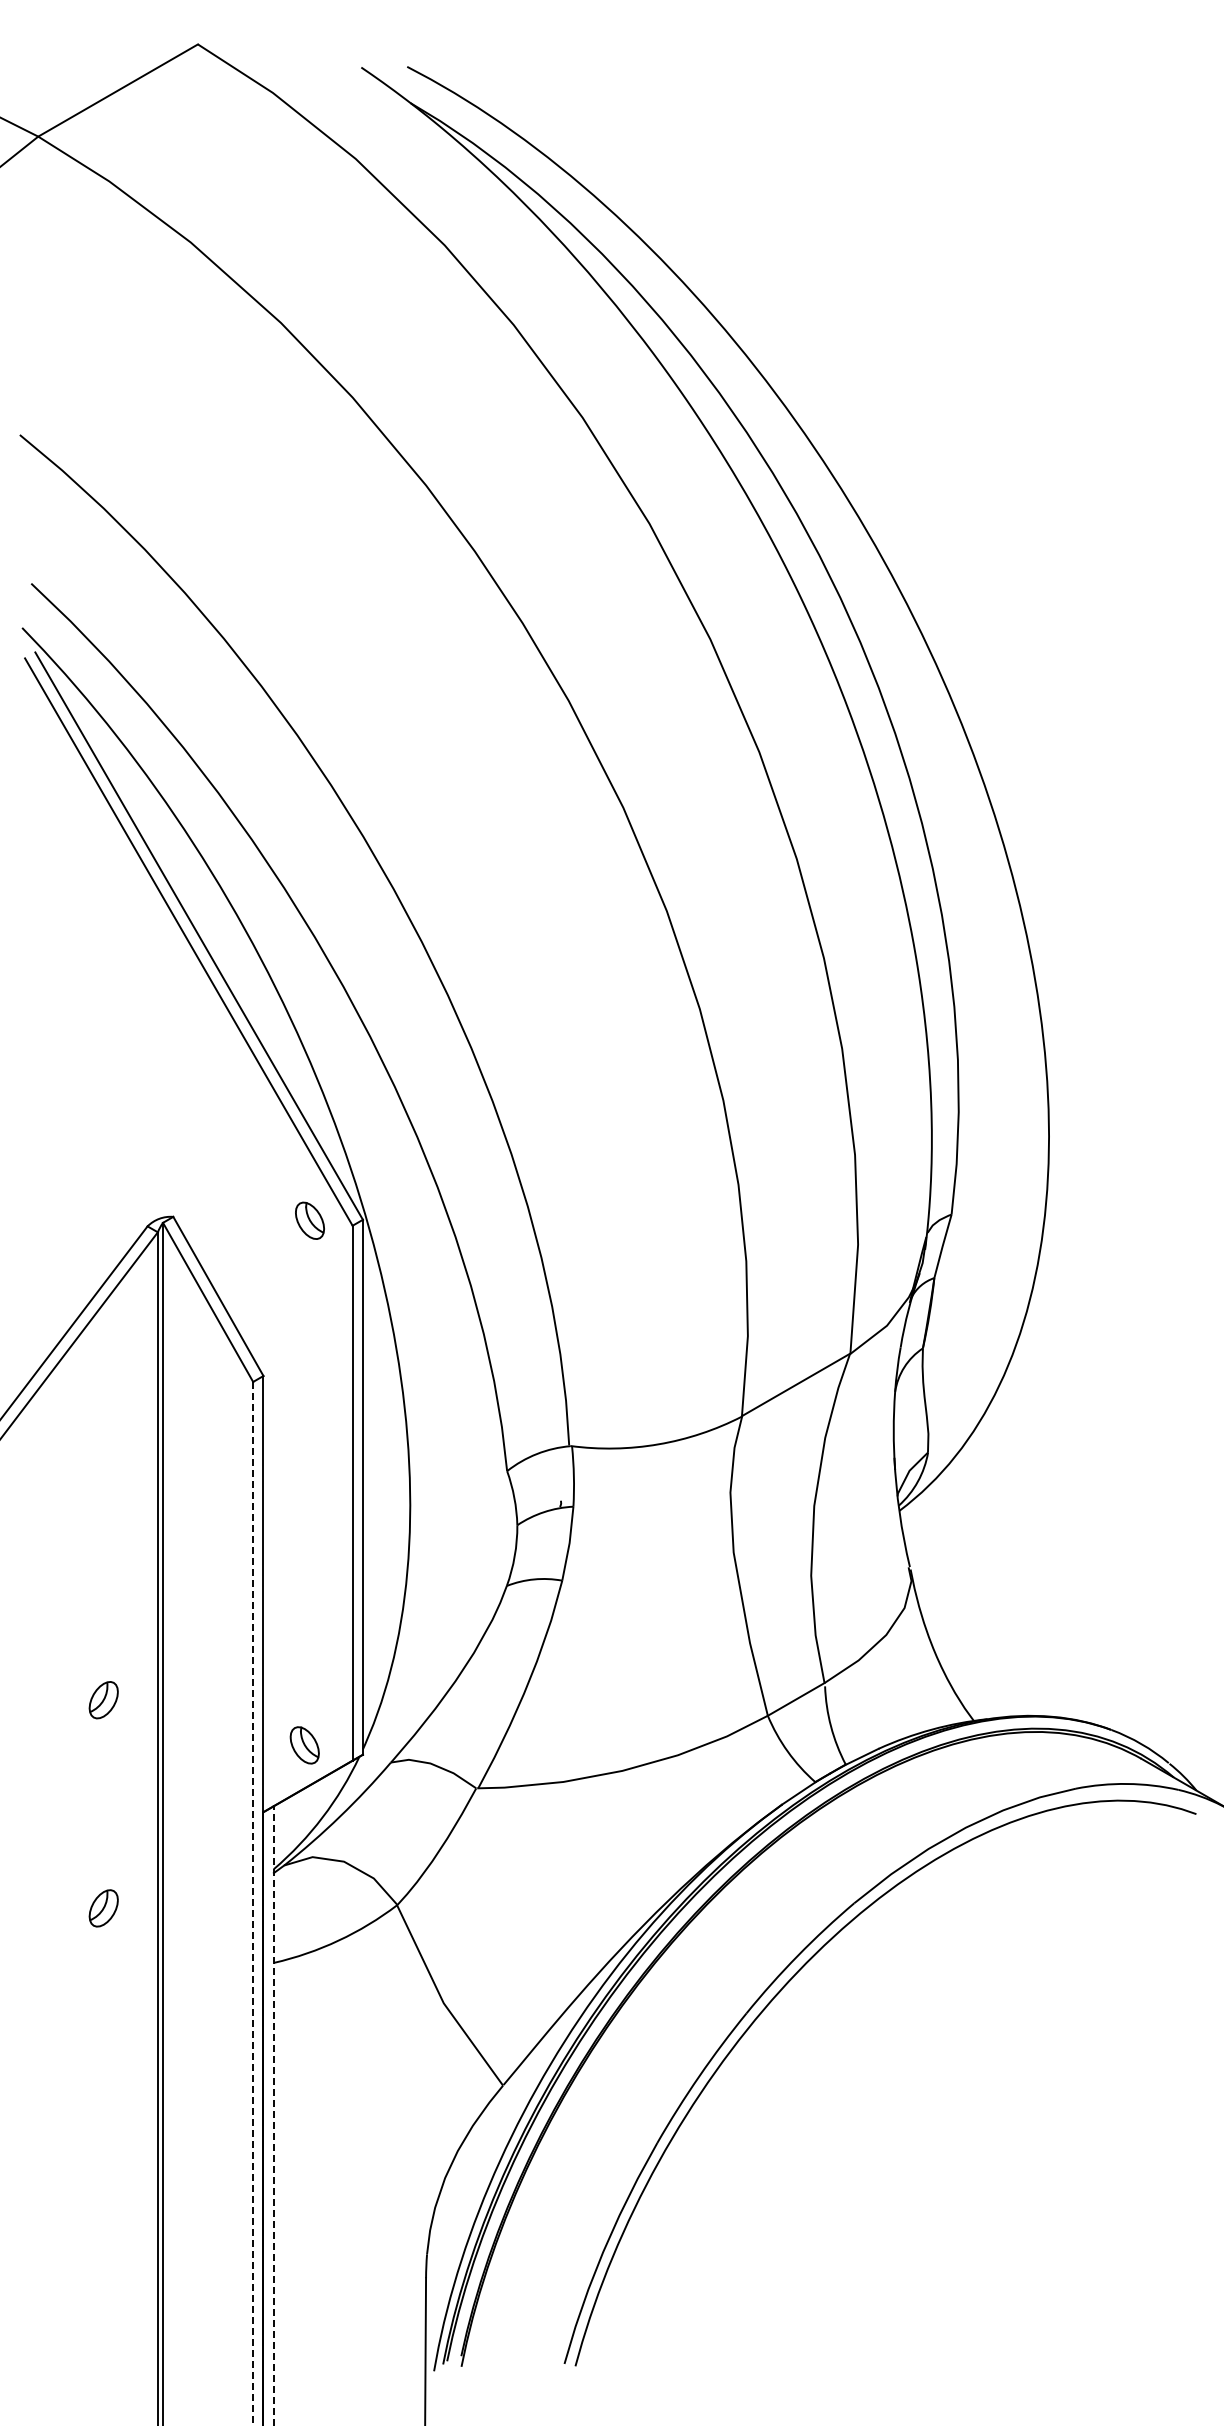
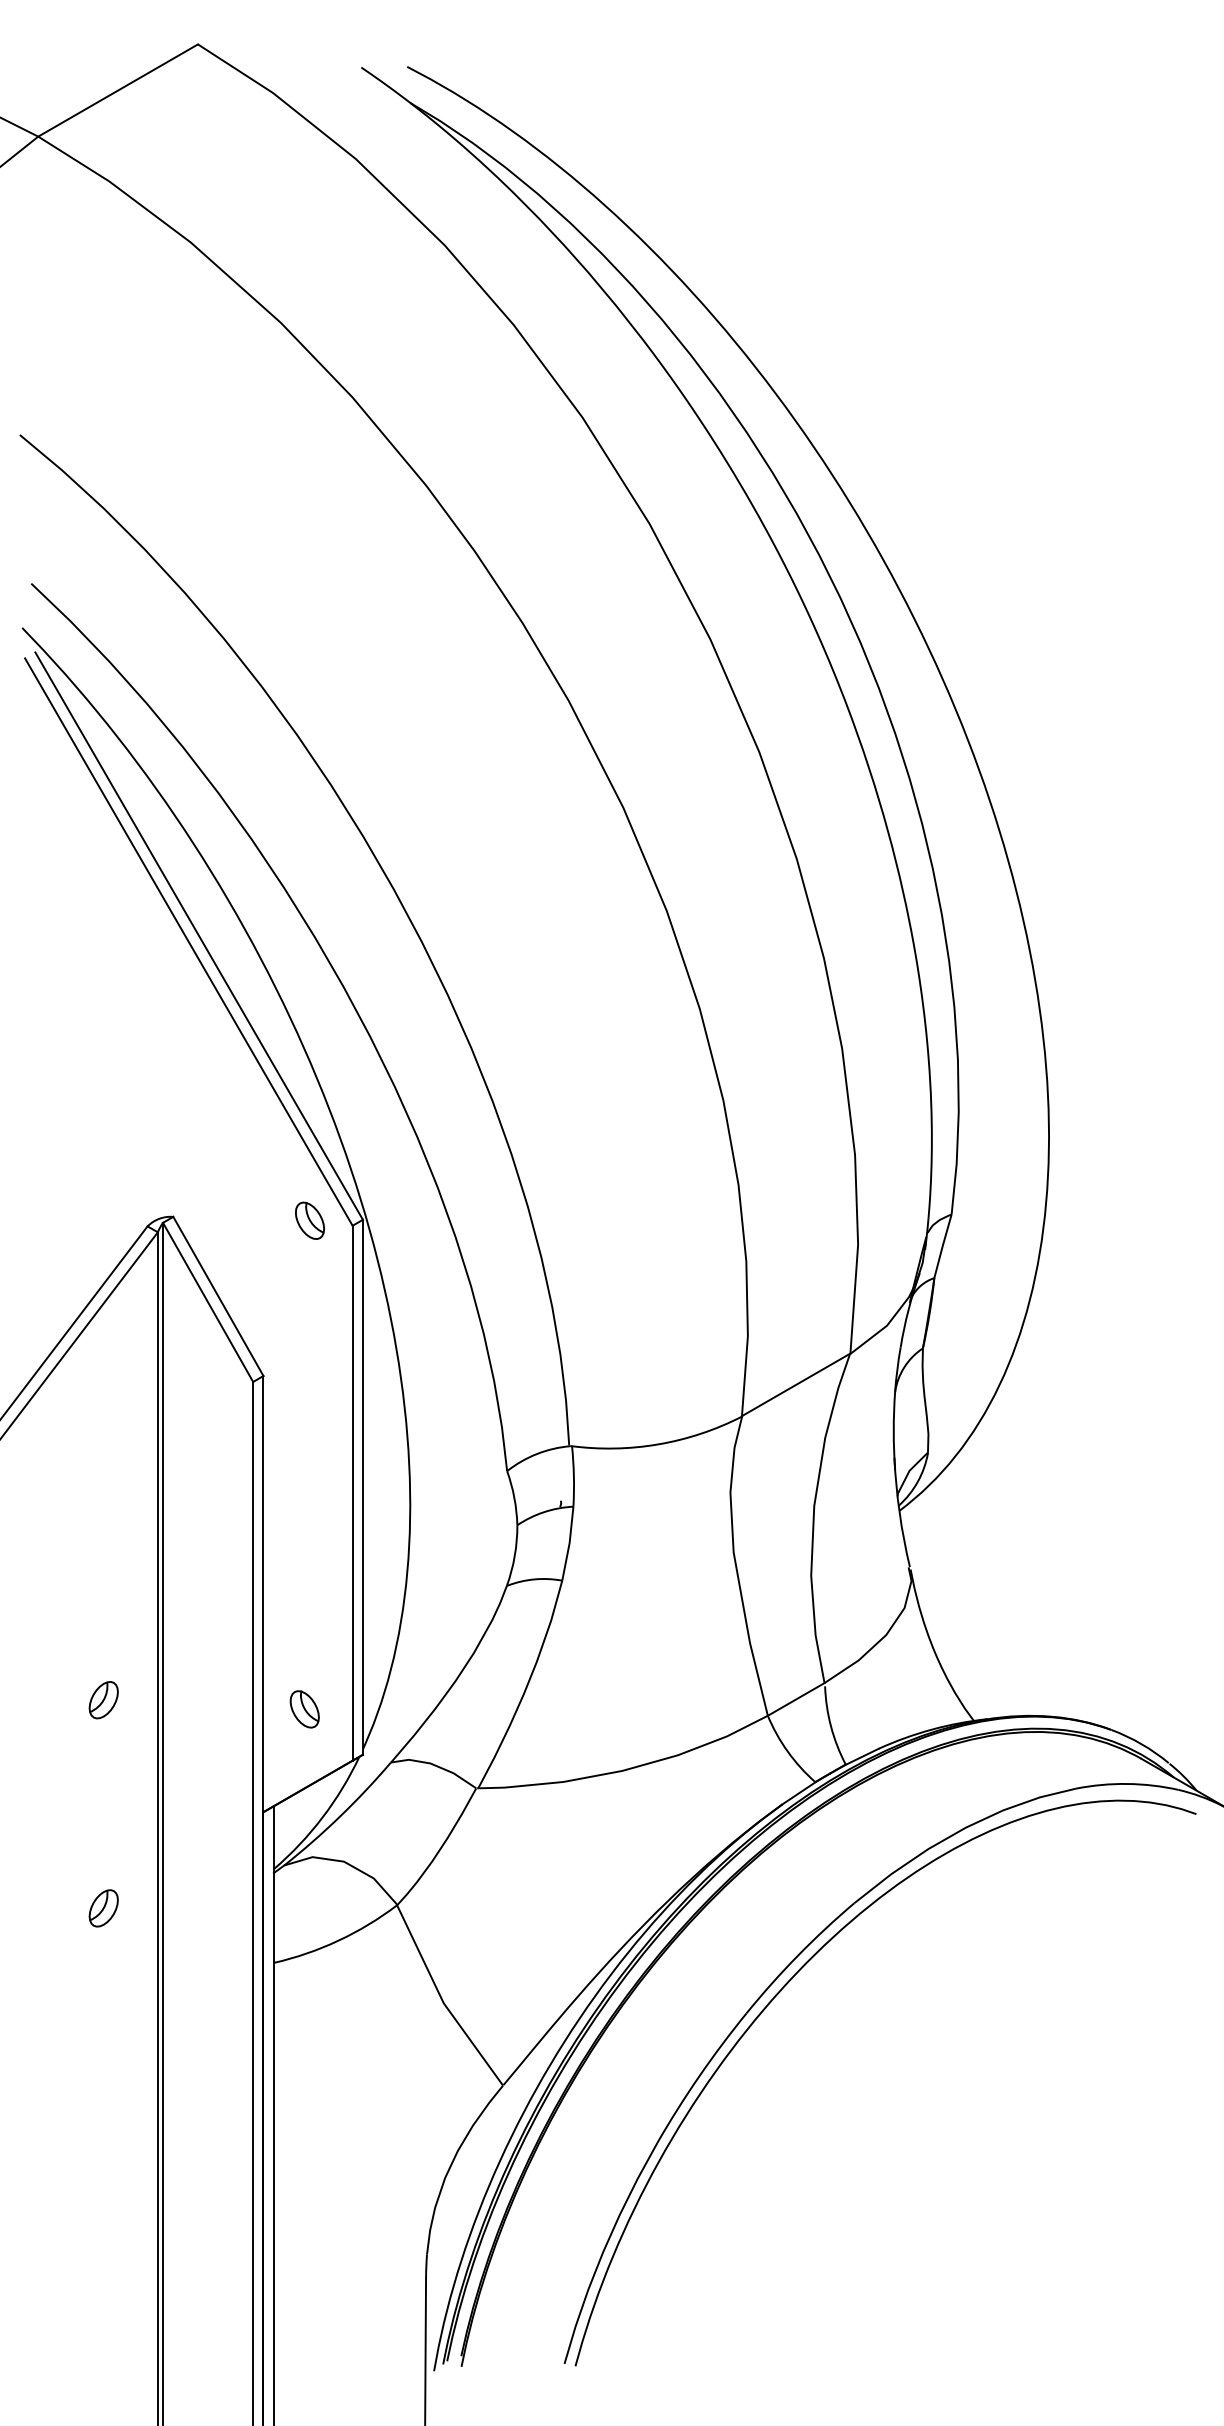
part at (304, 1745) position: (304, 1745) -> (304, 1709)
line at (253, 1903): dashed -> solid
line at (273, 2115): dashed -> solid
